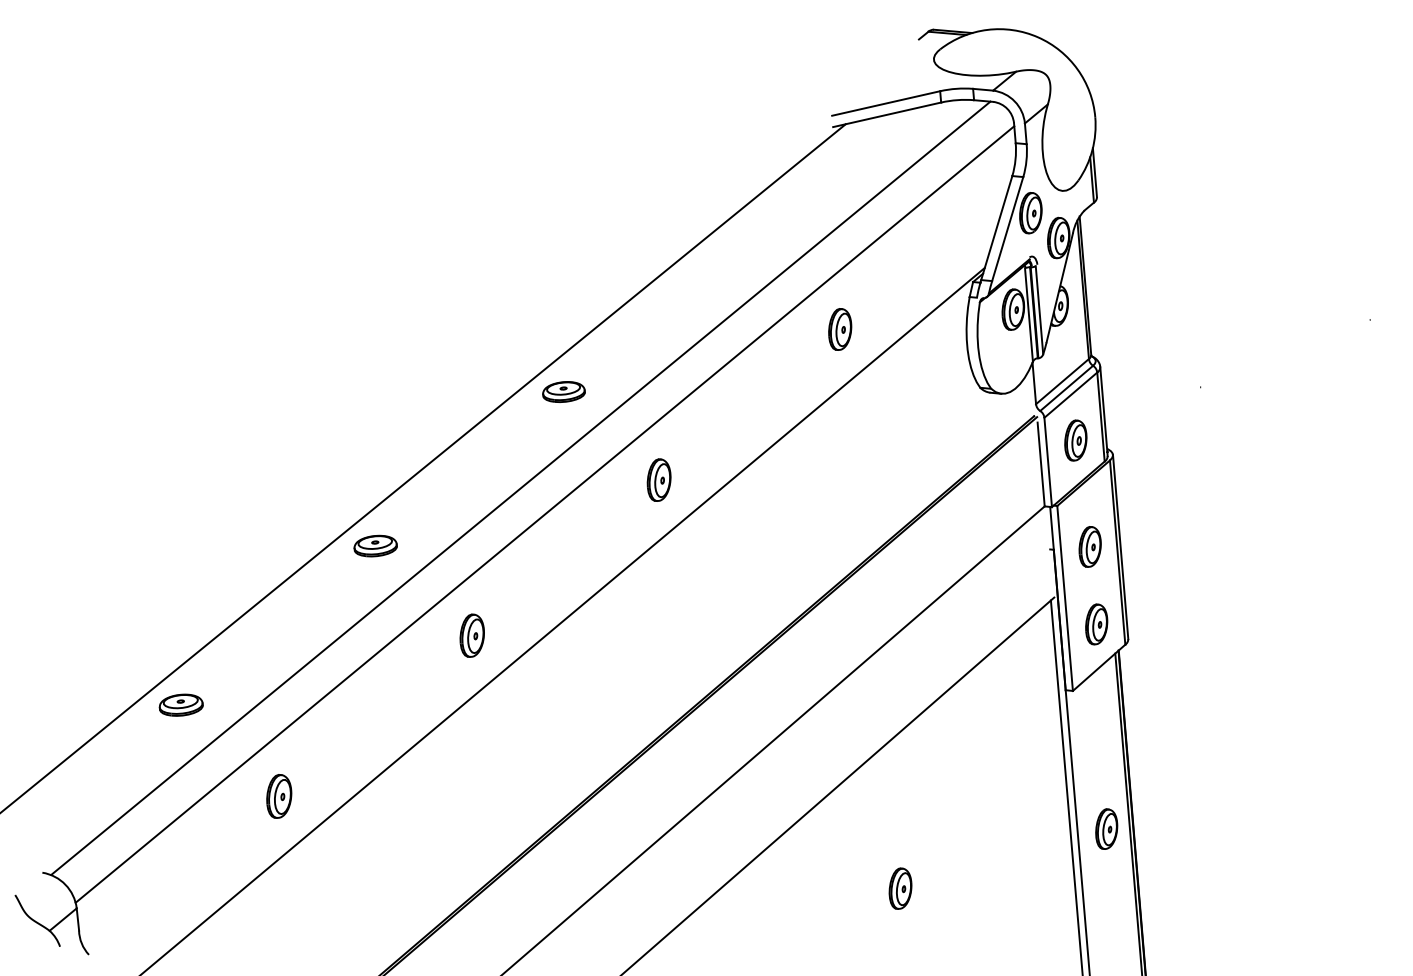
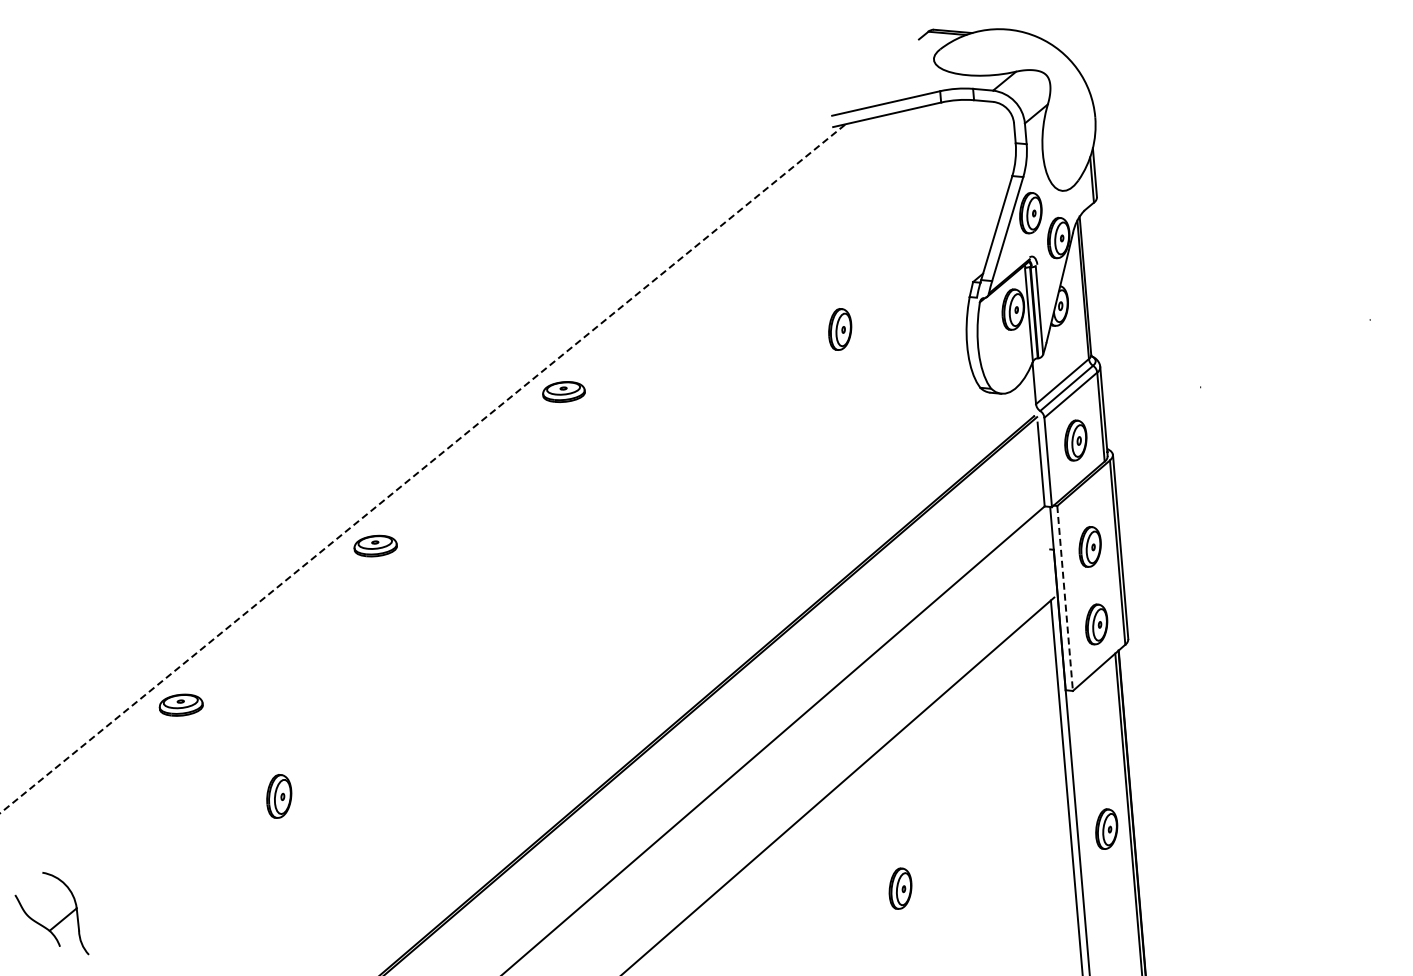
line at (423, 468): solid -> dashed
part at (658, 479): present -> none
line at (520, 487): present -> none
line at (544, 514): present -> none
line at (1065, 598): solid -> dashed
line at (563, 619): present -> none
part at (471, 635): present -> none
